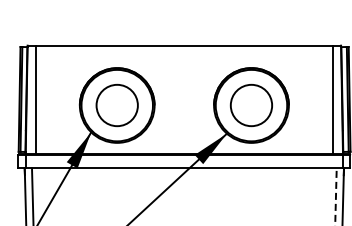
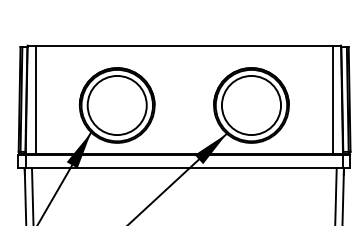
circle at (116, 105) diameter: 41 px -> 59 px
circle at (251, 105) diameter: 41 px -> 59 px
line at (335, 196): dashed -> solid
